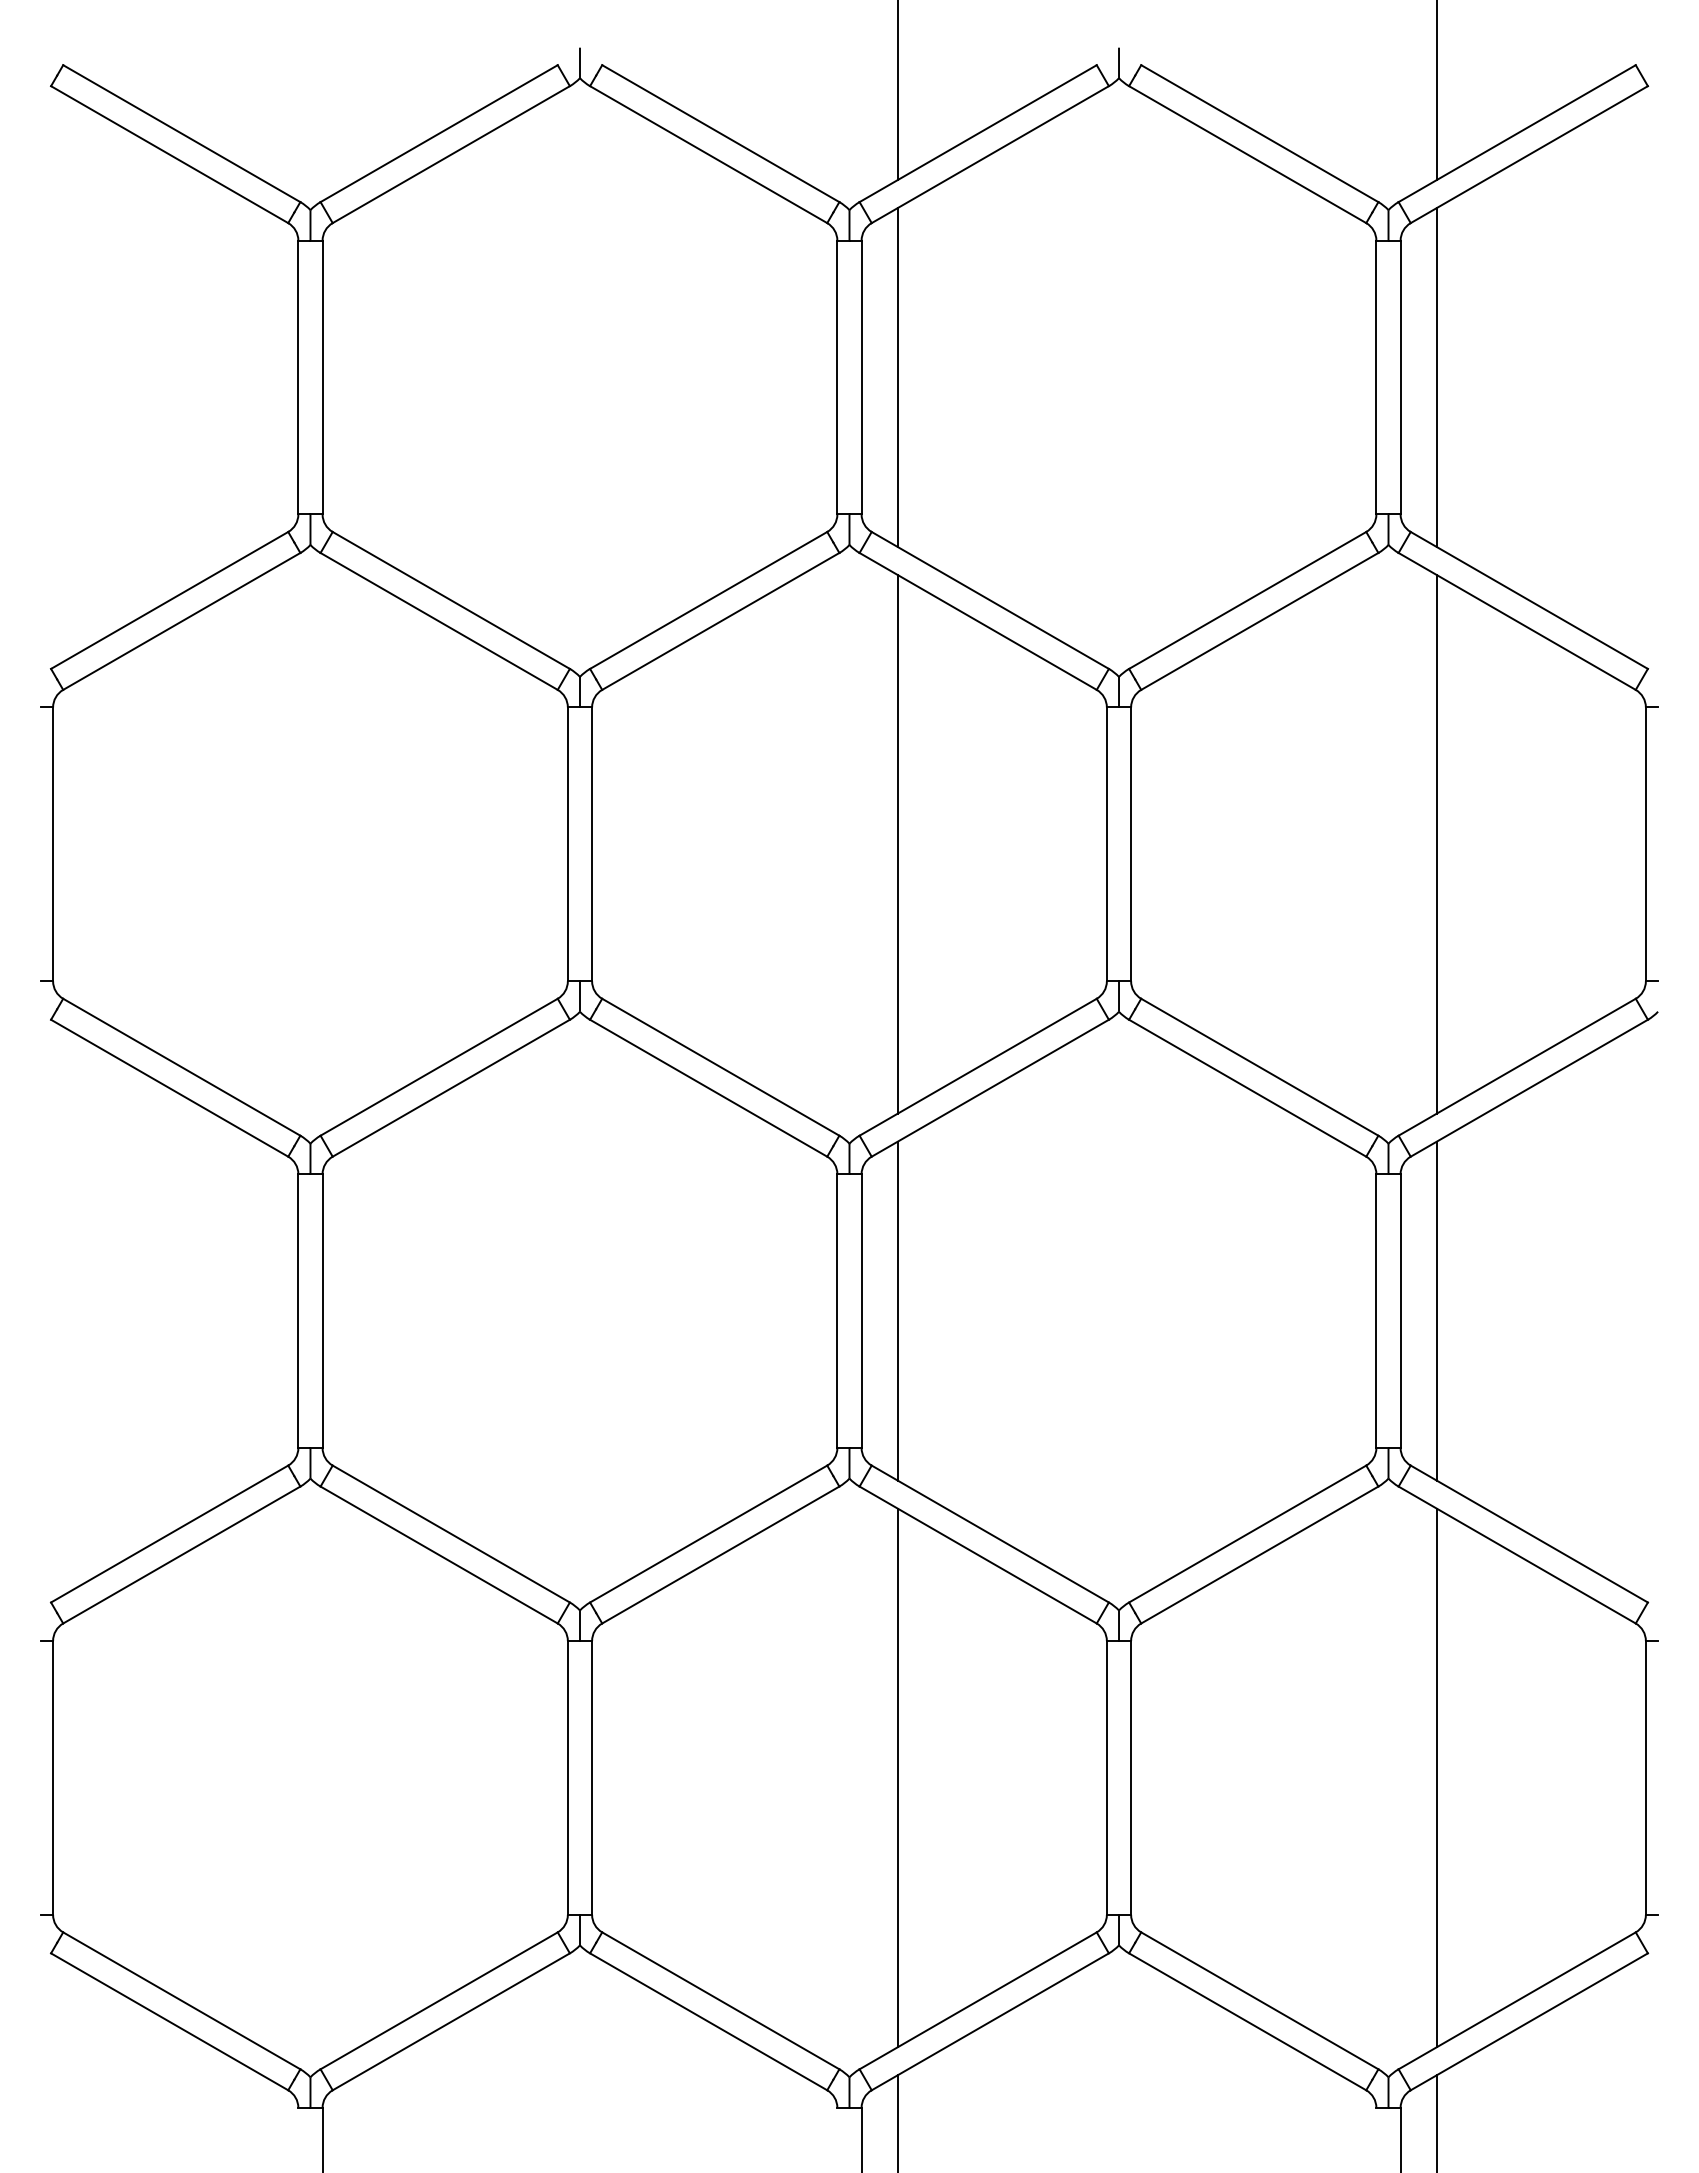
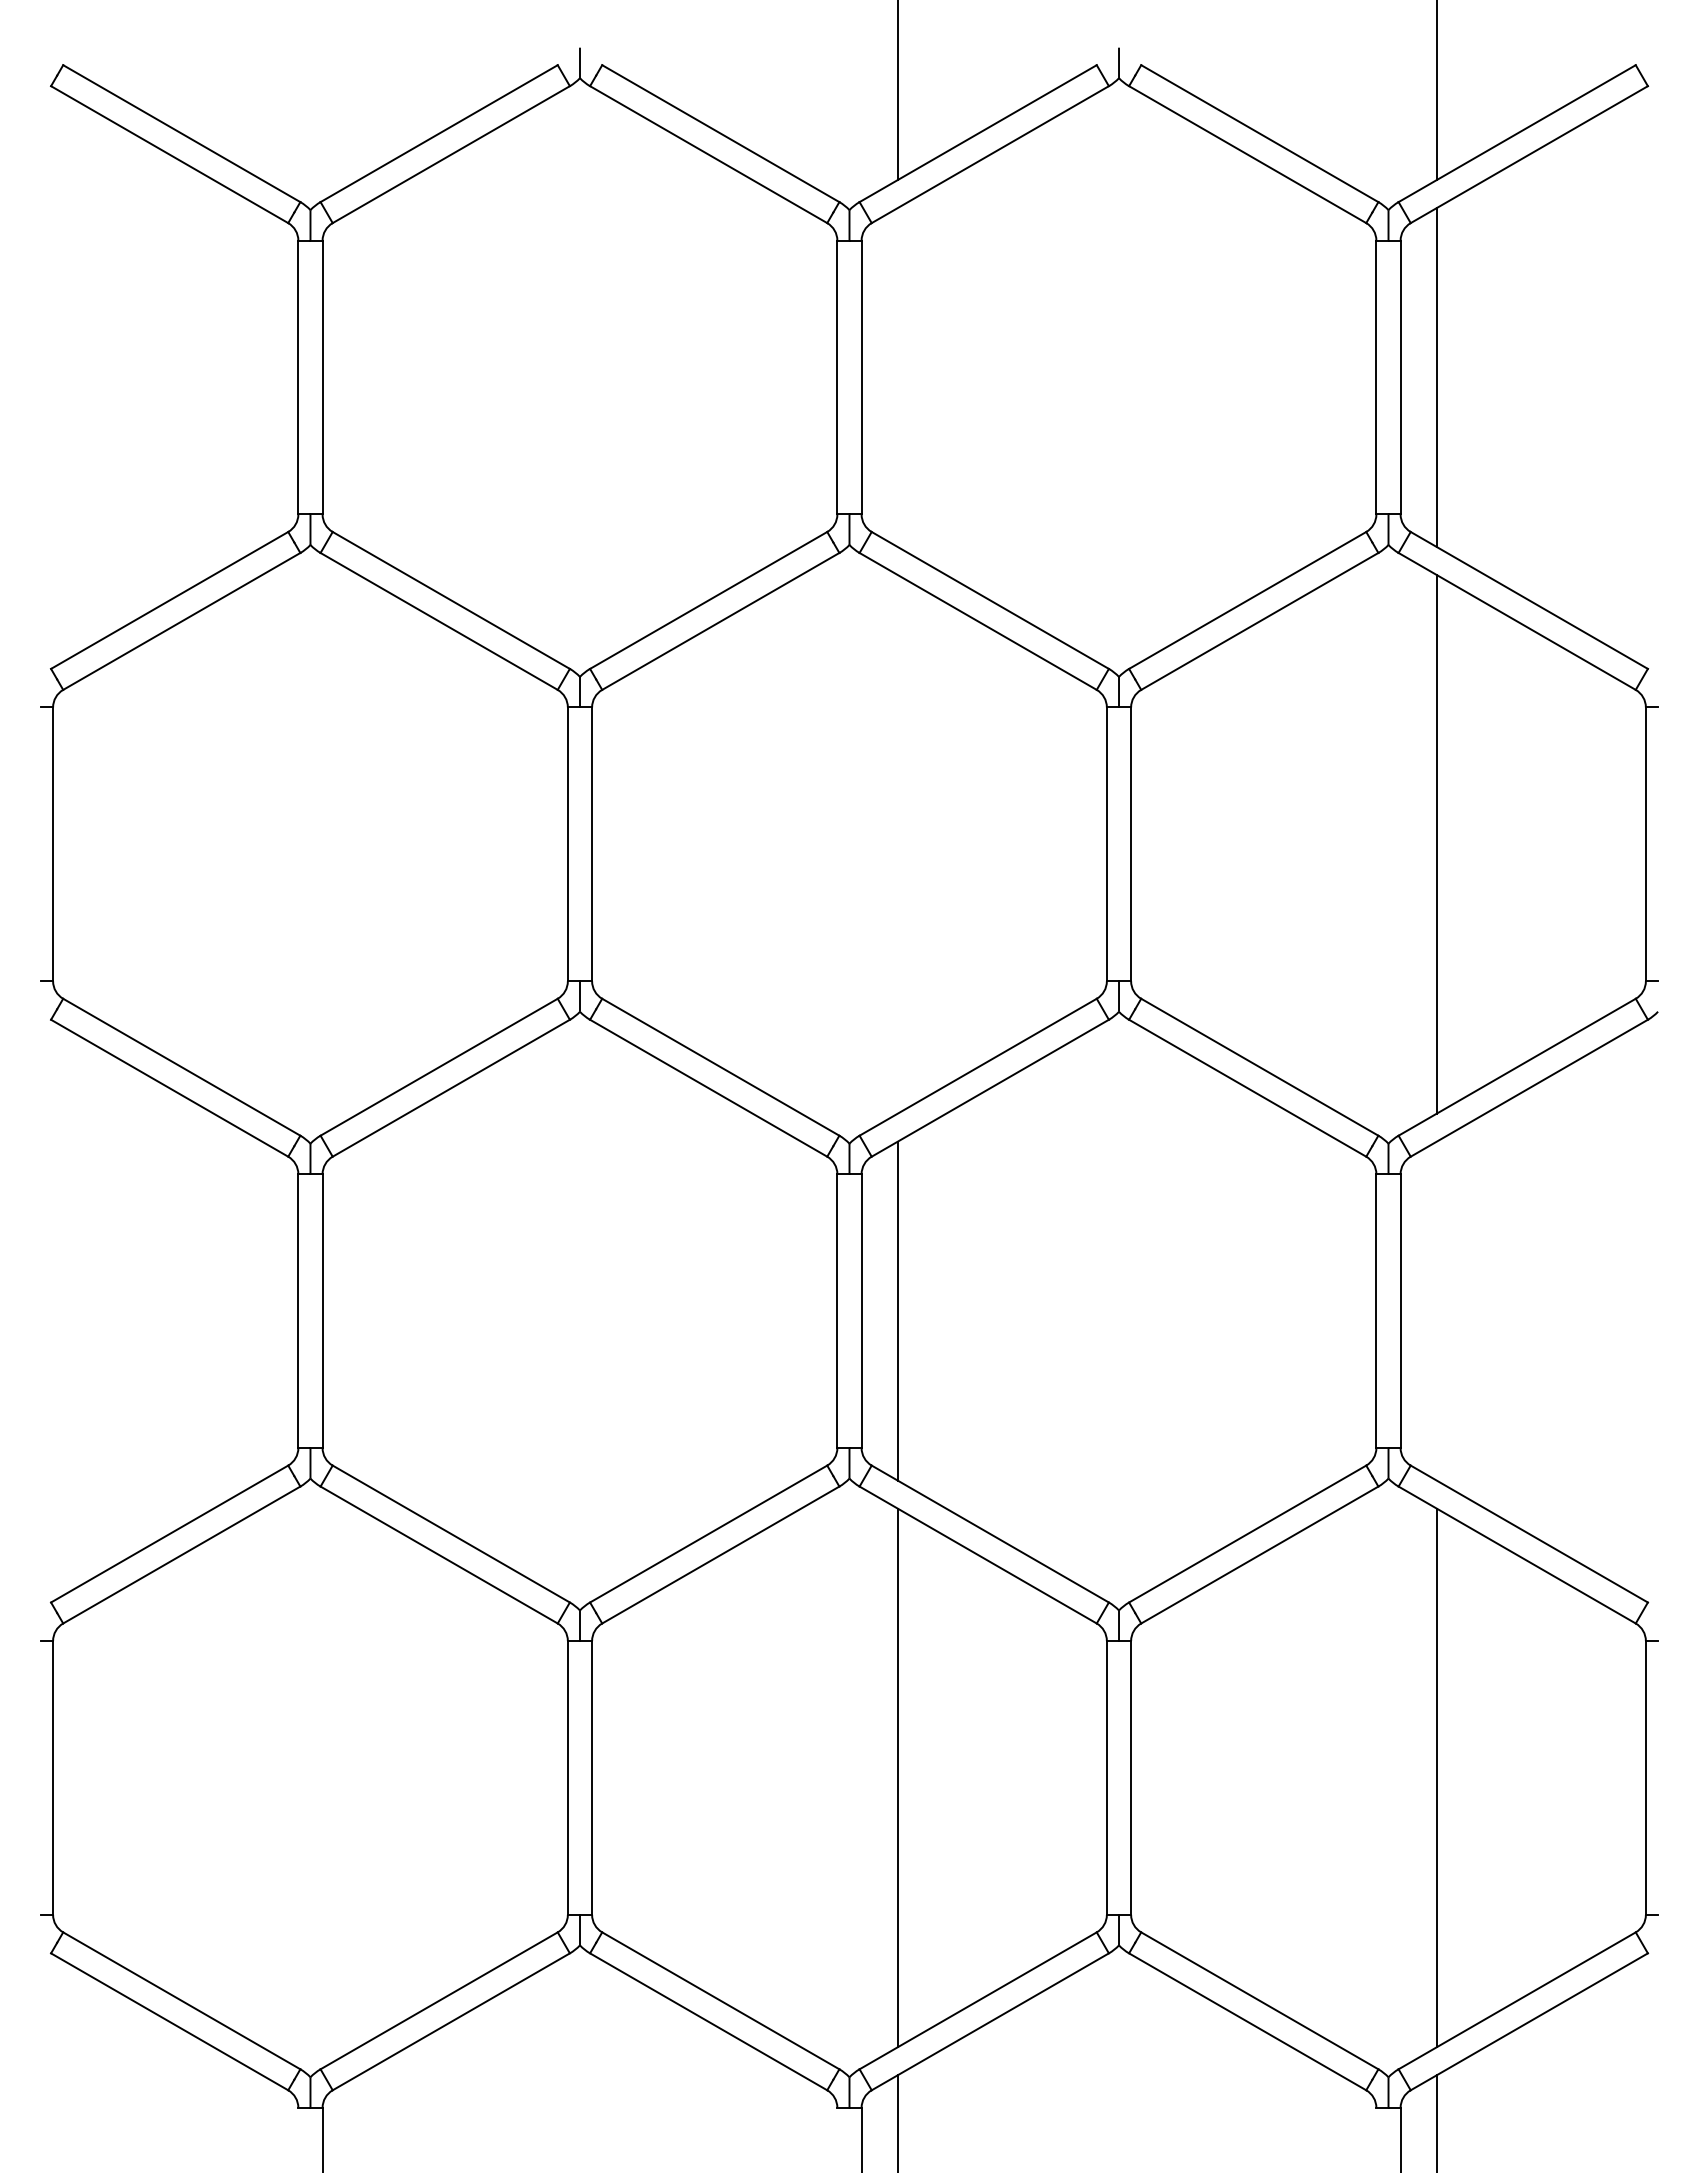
line at (897, 377): present -> none
line at (897, 843): present -> none
line at (1436, 1310): present -> none
